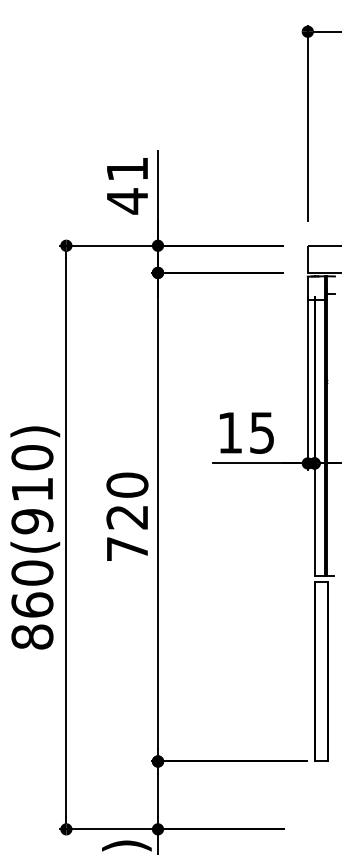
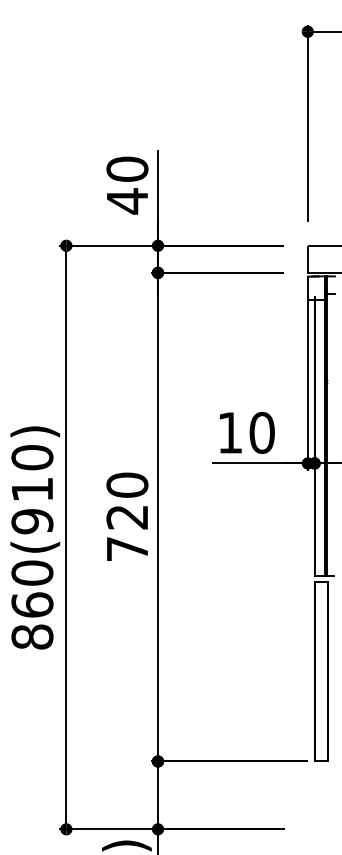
text at (127, 168): 41 -> 40
text at (261, 432): 15 -> 10
